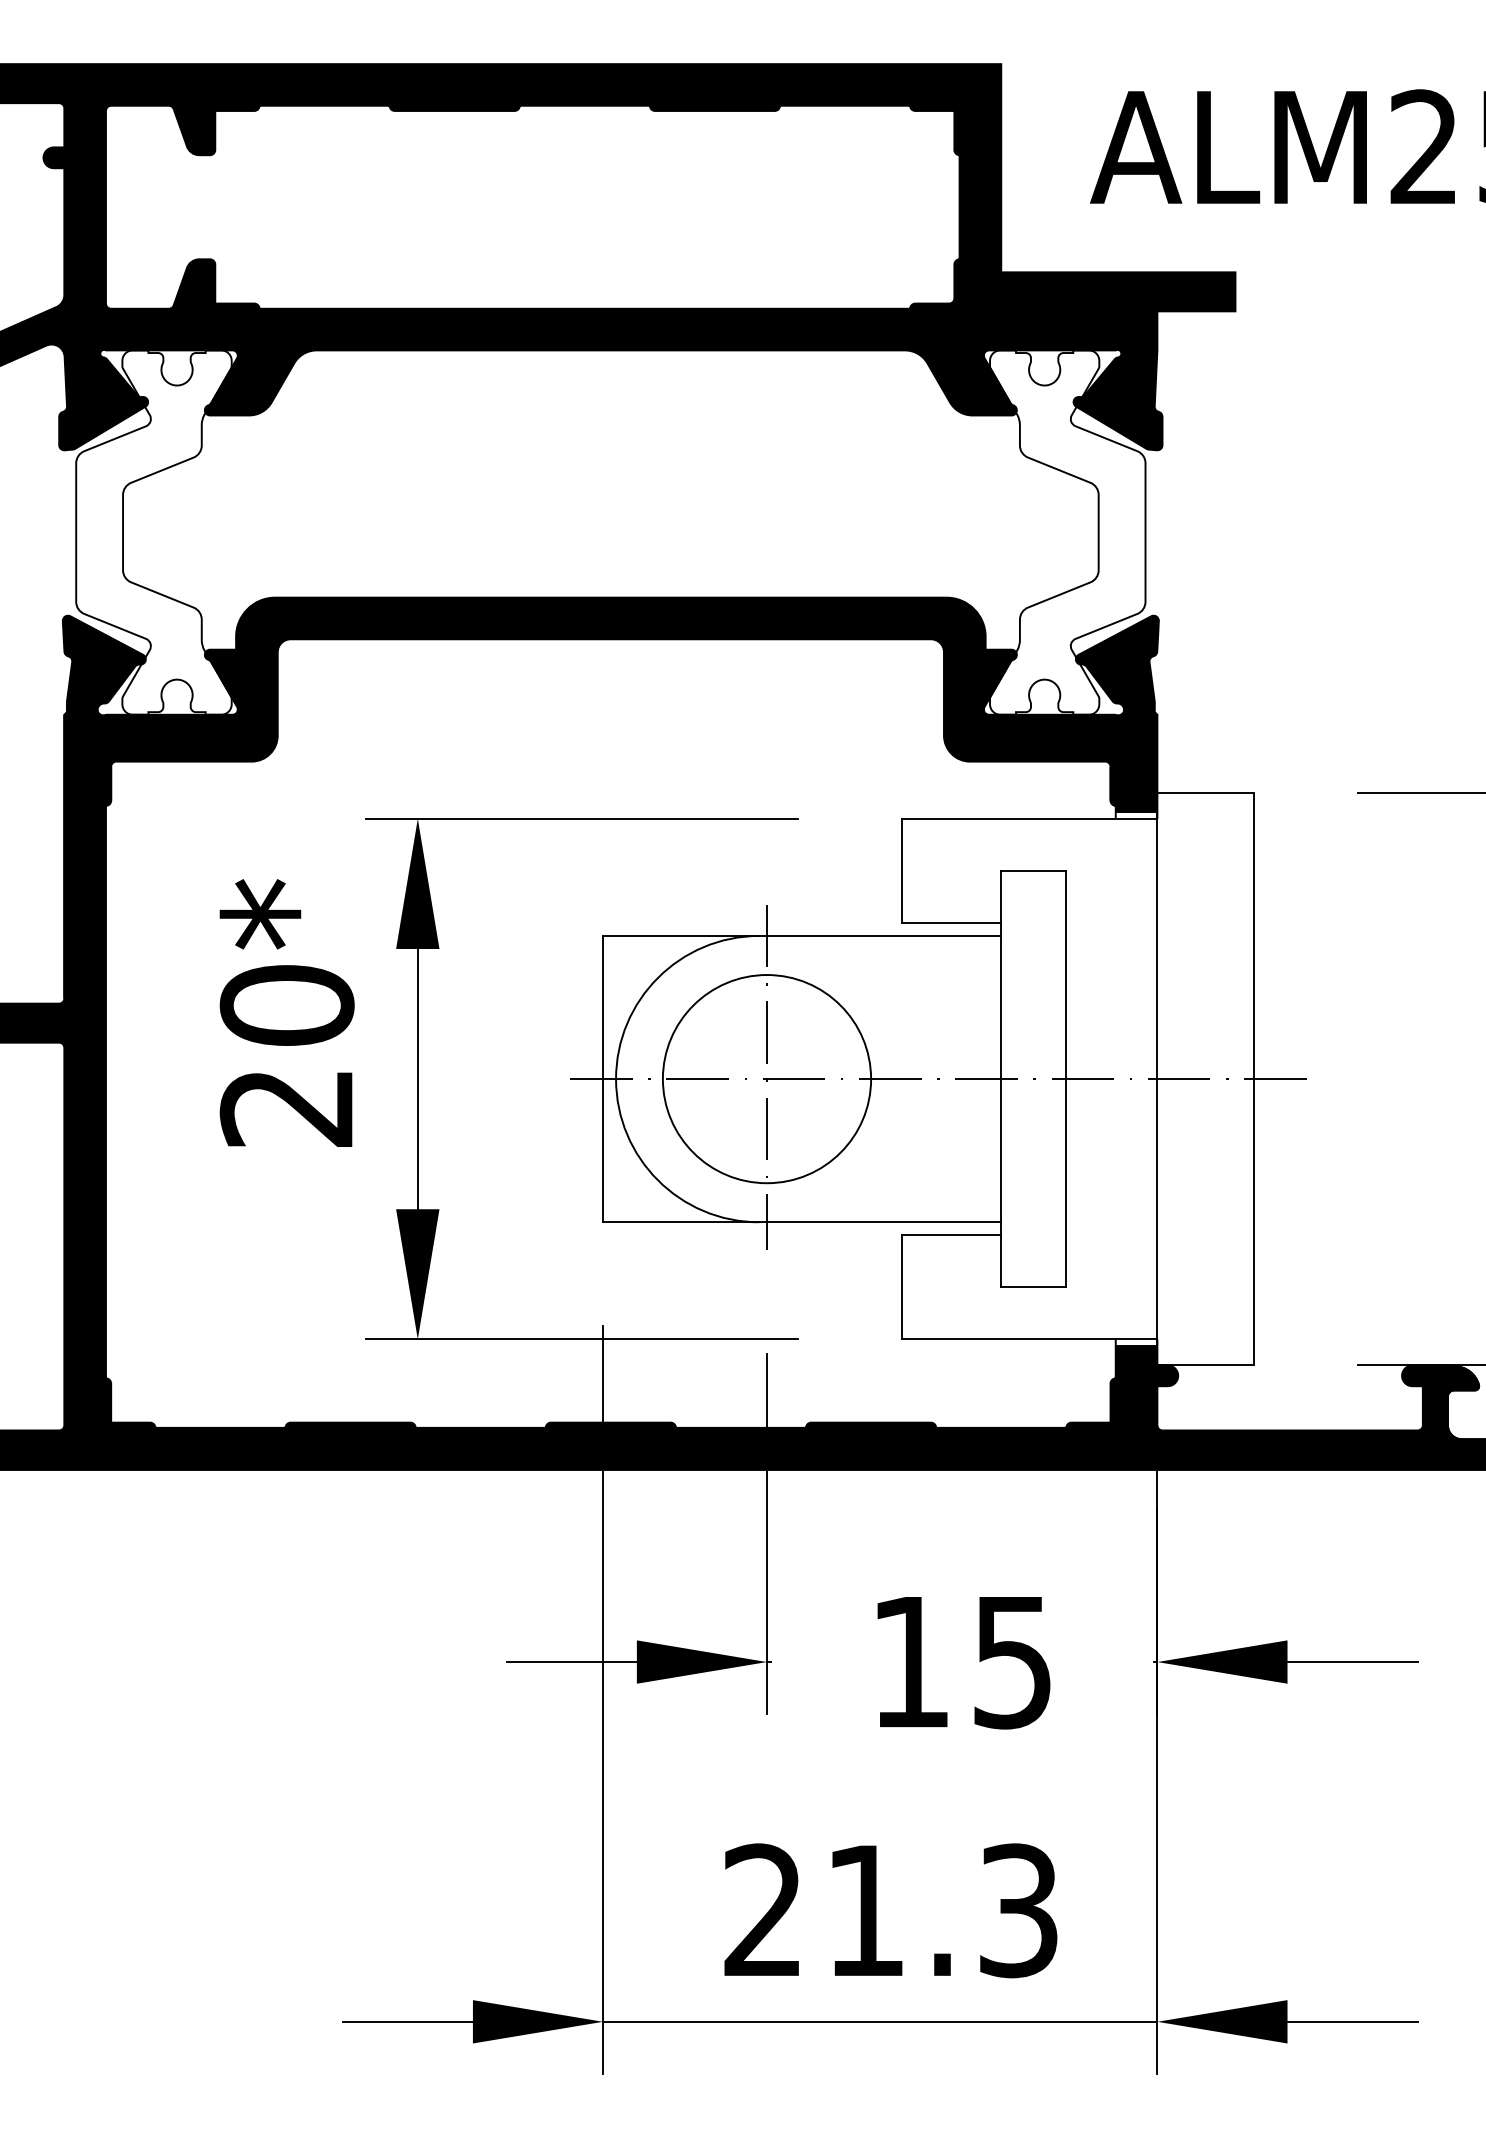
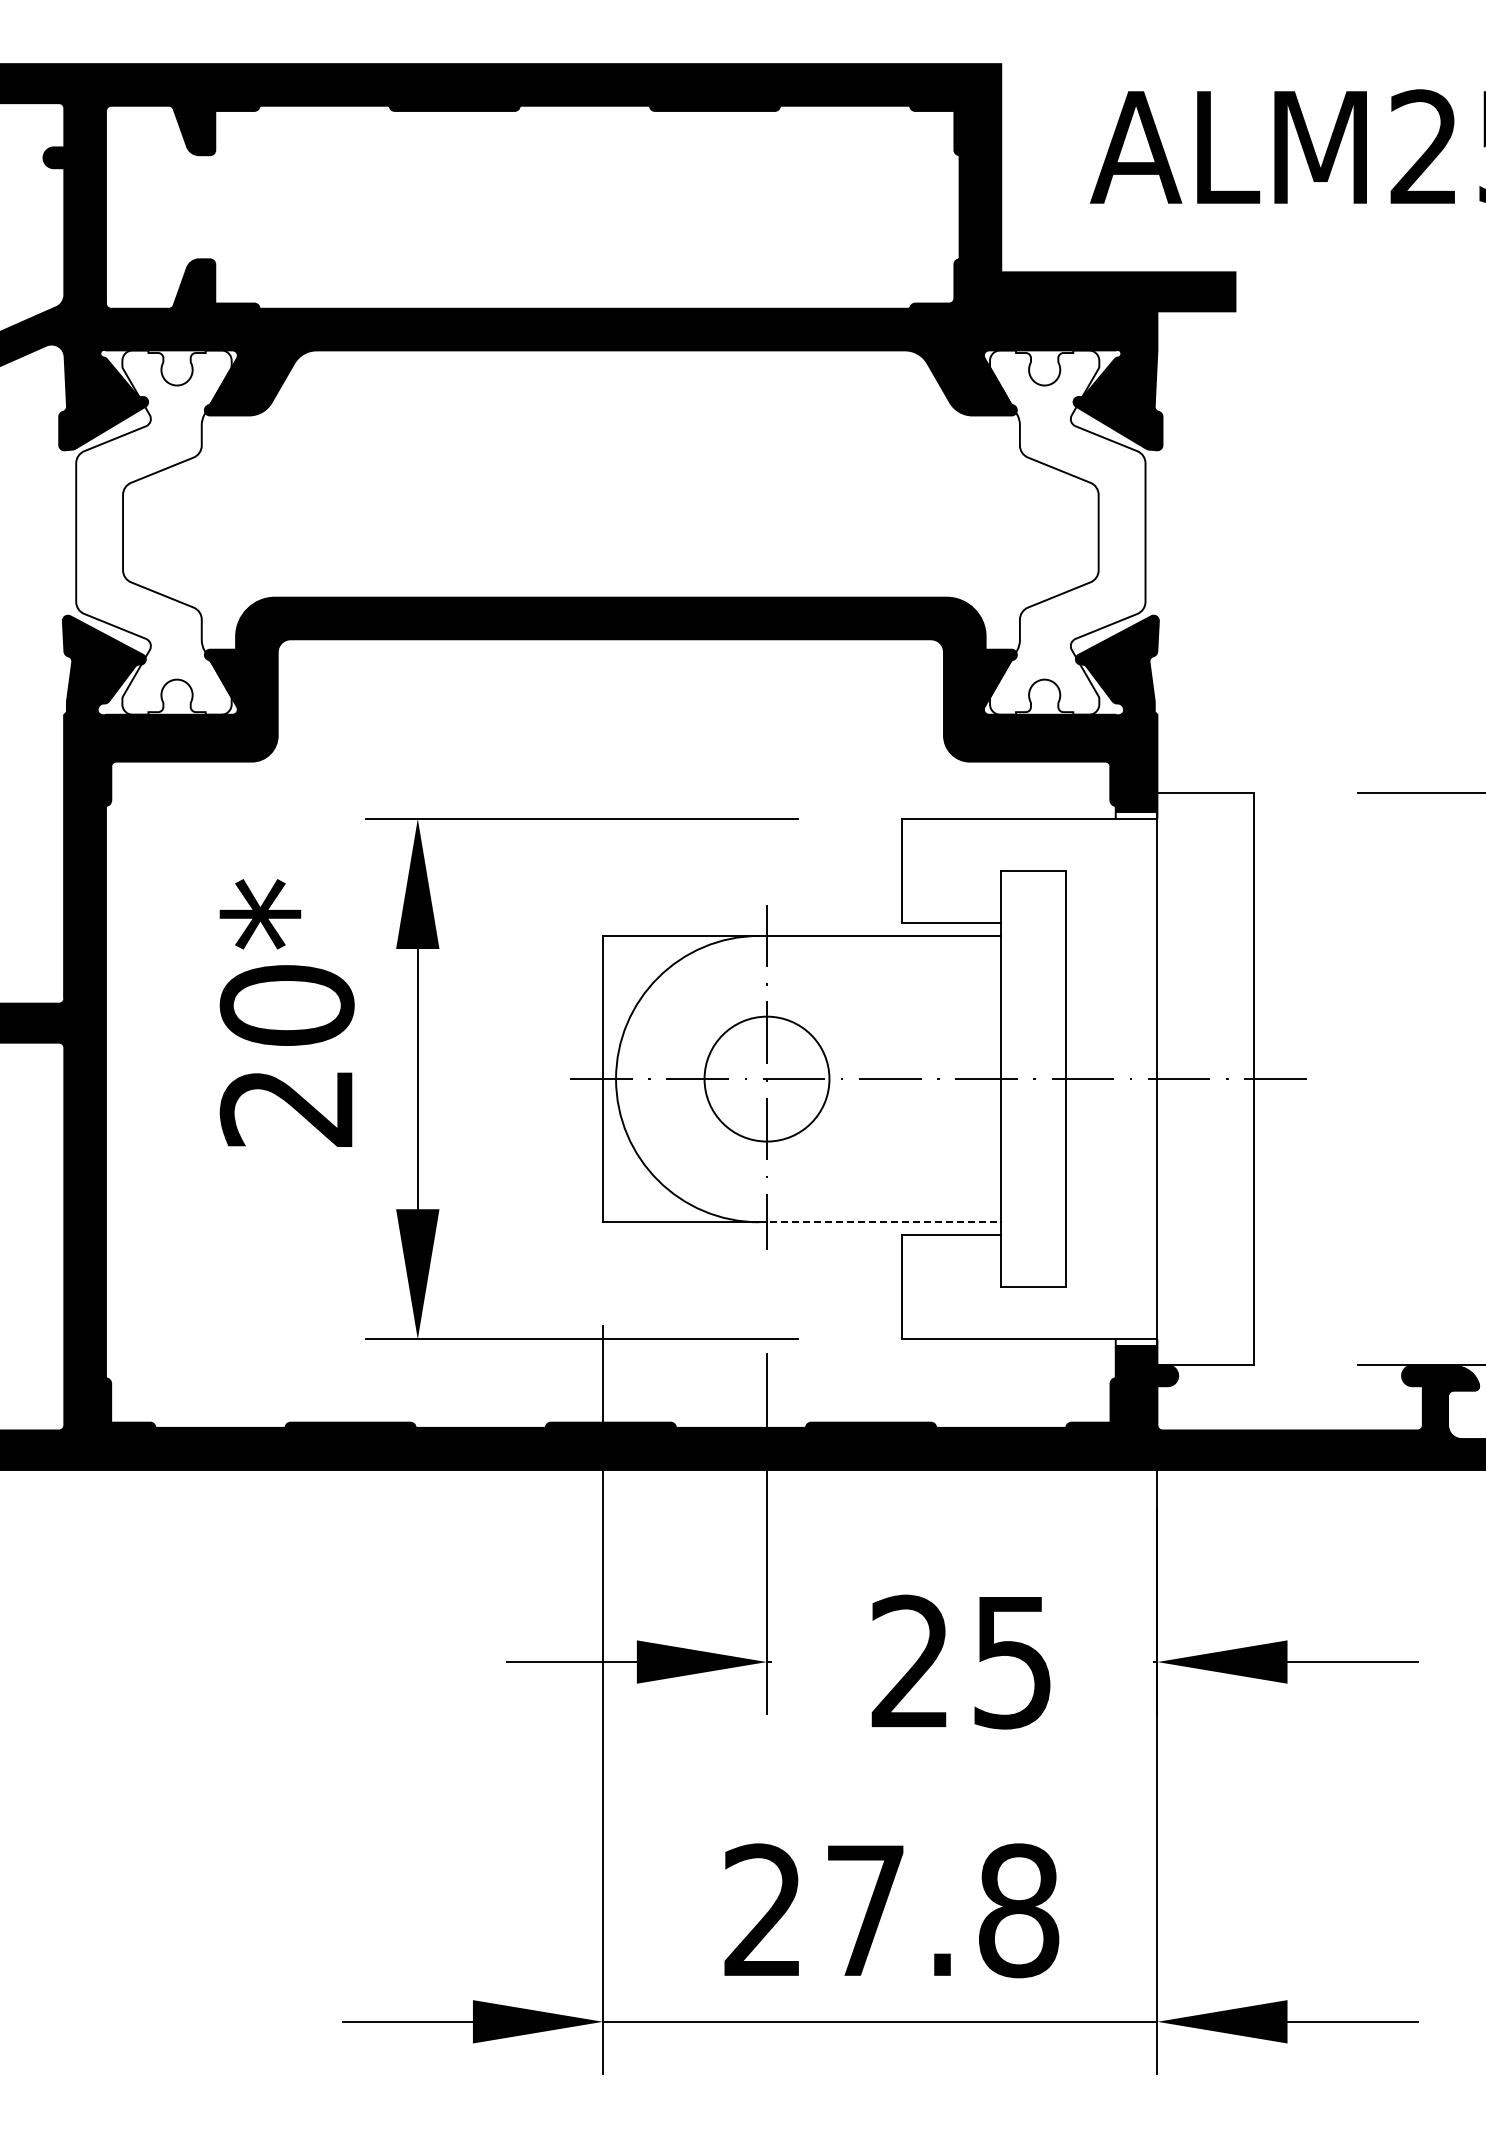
circle at (766, 1079) diameter: 208 px -> 125 px
line at (880, 1222): solid -> dashed
text at (909, 1660): 15 -> 25
text at (943, 1910): 21.3 -> 27.8
